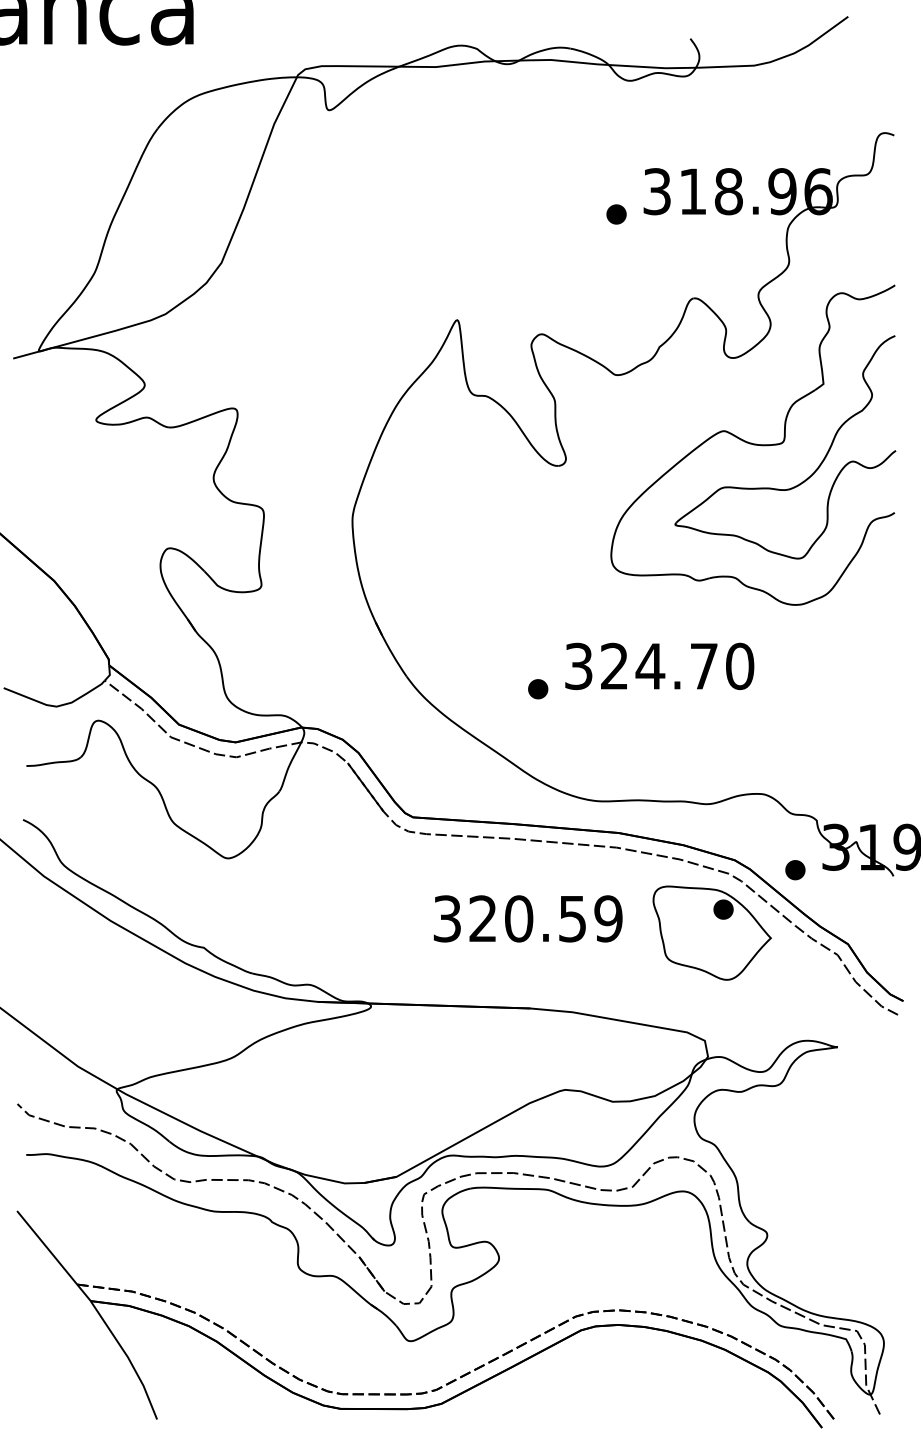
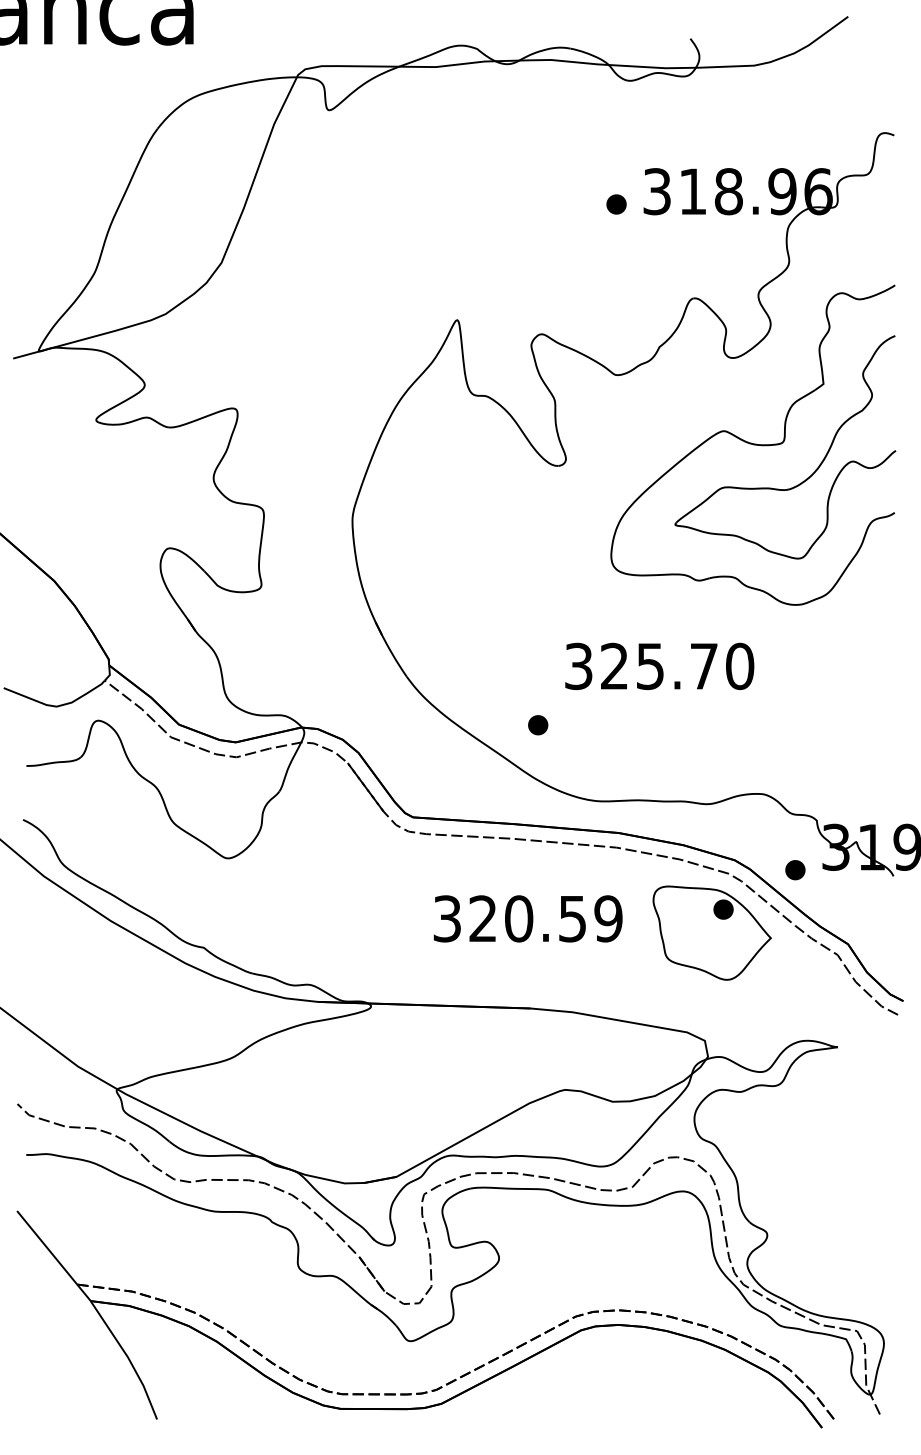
part at (616, 214) position: (616, 214) -> (616, 204)
text at (650, 666): 324.70 -> 325.70
part at (538, 689) position: (538, 689) -> (538, 725)
